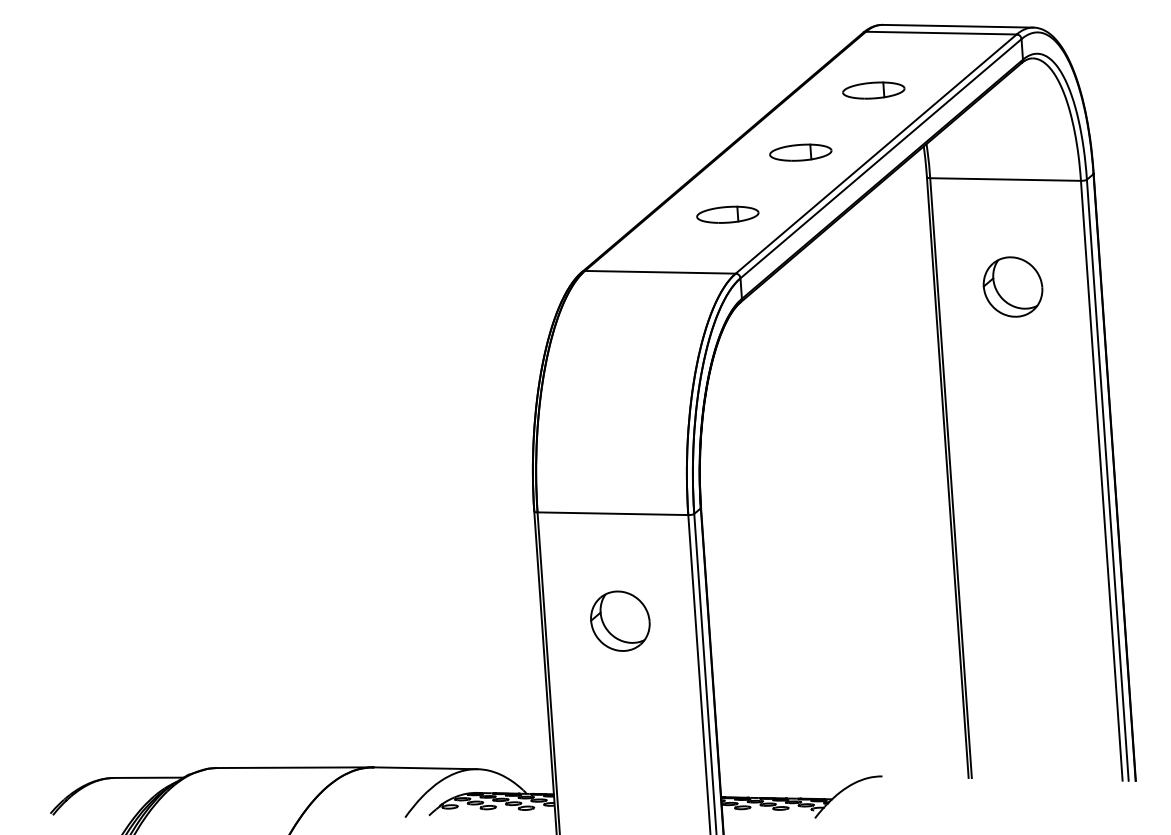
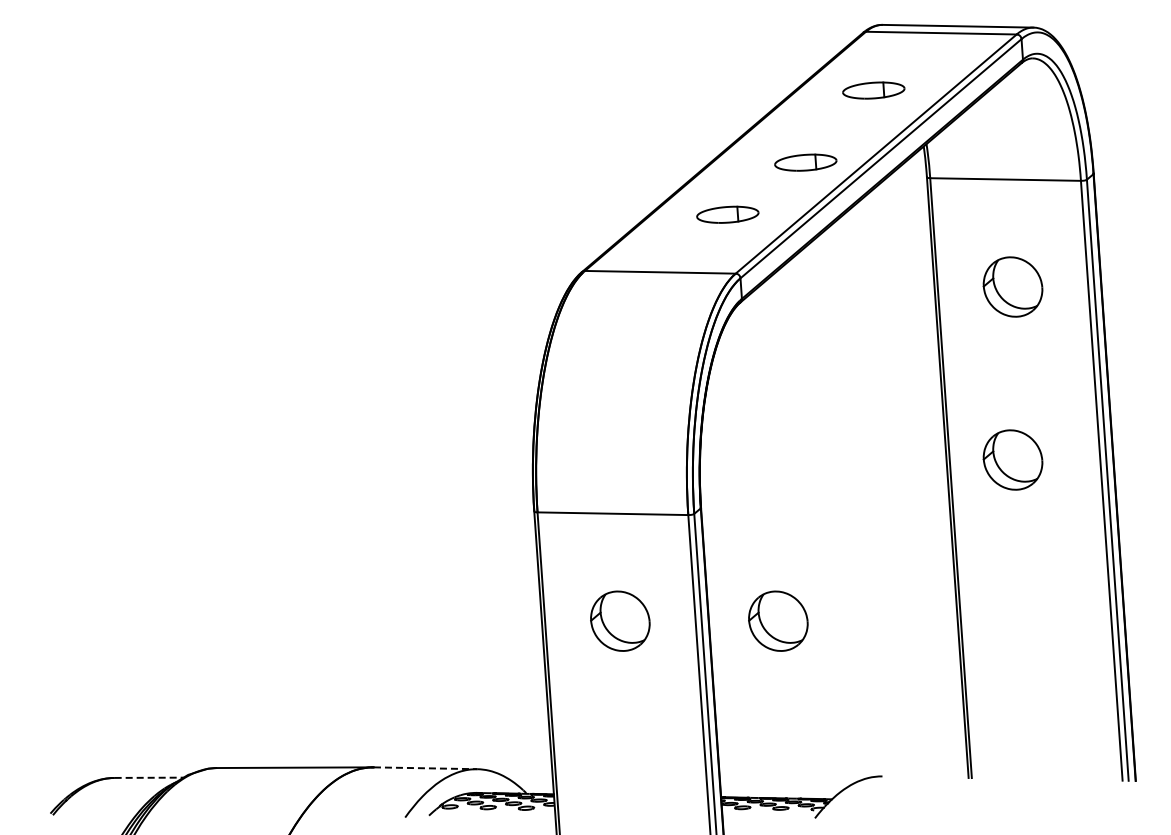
part at (800, 152) position: (800, 152) -> (805, 162)
part at (1012, 459): none -> present
part at (778, 620): none -> present
line at (425, 768): solid -> dashed
line at (149, 777): solid -> dashed
